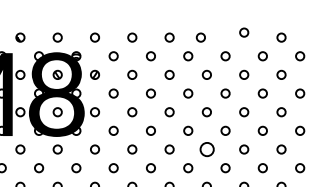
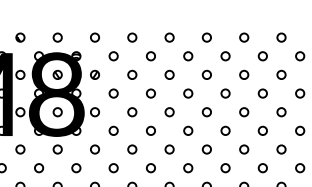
circle at (244, 32) position: (244, 32) -> (244, 37)
circle at (200, 37) position: (200, 37) -> (206, 37)
circle at (206, 149) size: 16x16 px -> 11x11 px
